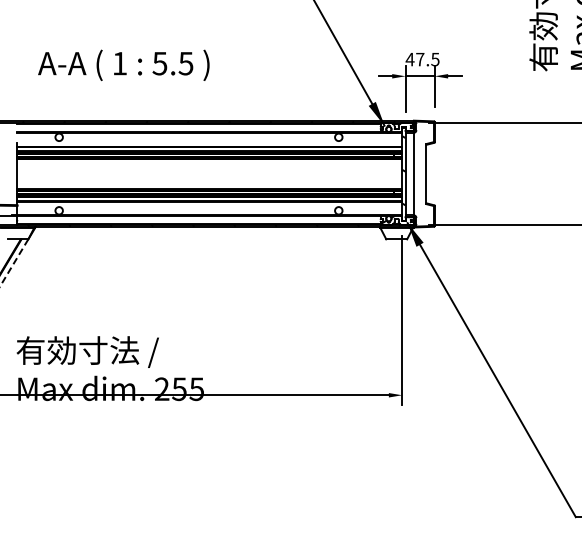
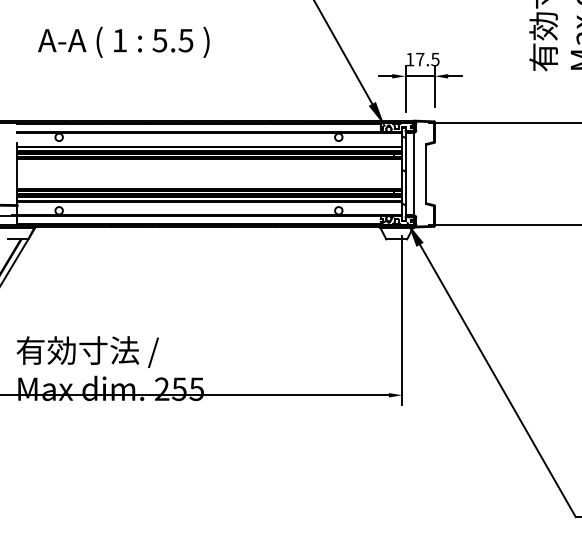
text at (409, 59): 47.5 -> 17.5
text at (123, 64) position: (123, 64) -> (123, 41)
line at (13, 263): dashed -> solid
